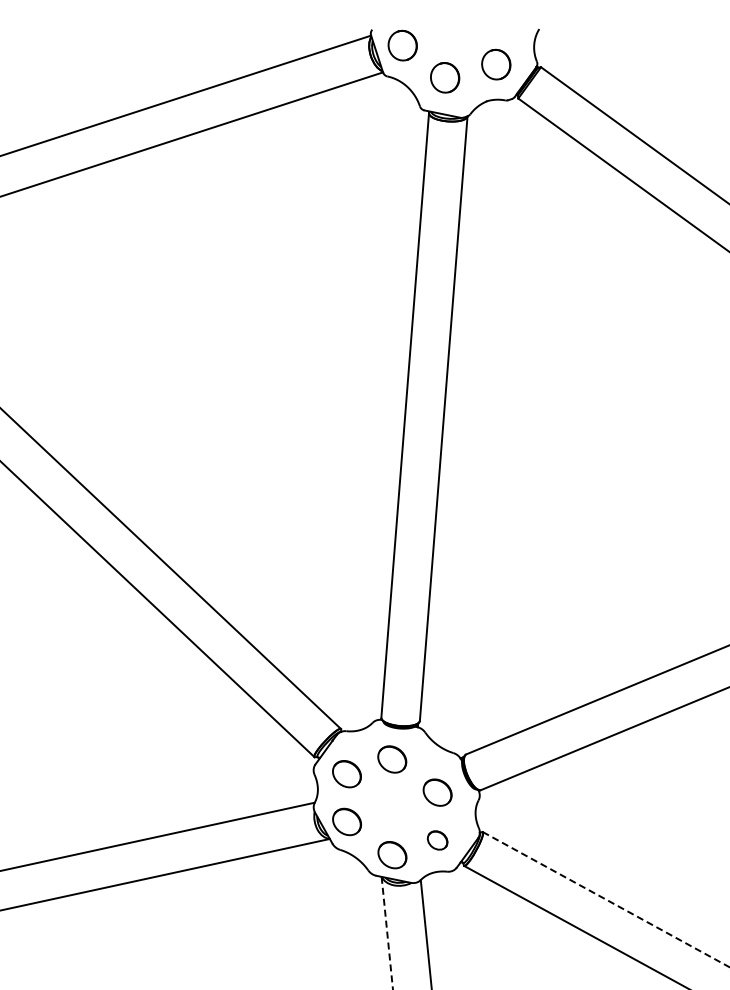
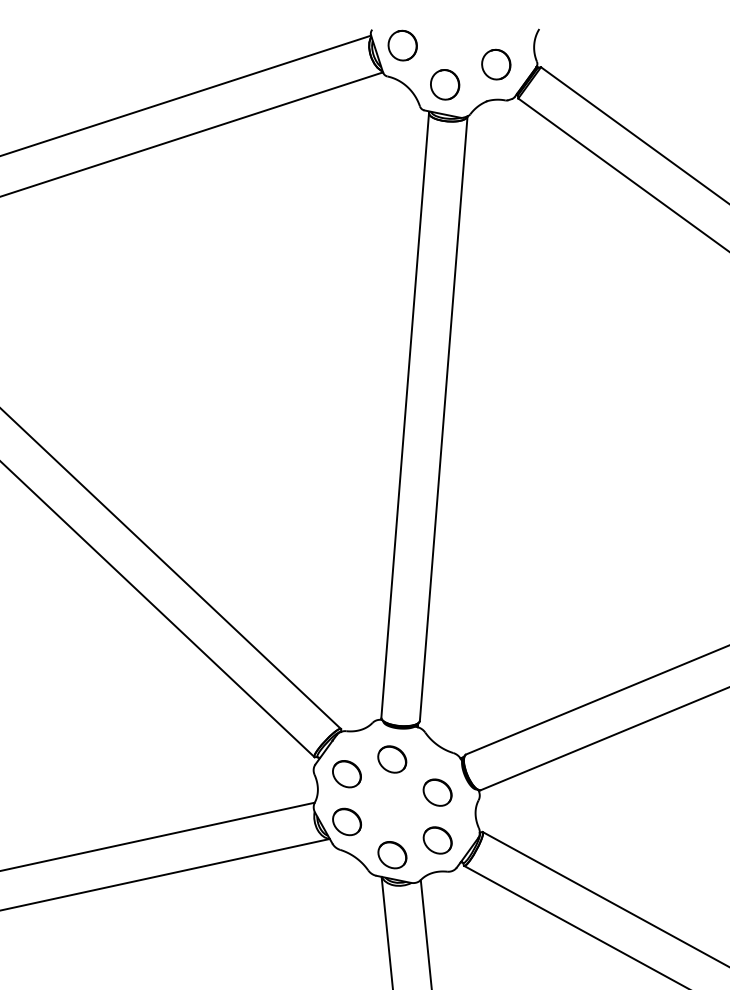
part at (445, 77) position: (445, 77) -> (445, 84)
part at (437, 840) size: 22x21 px -> 31x29 px
line at (606, 899): dashed -> solid
line at (387, 933): dashed -> solid
